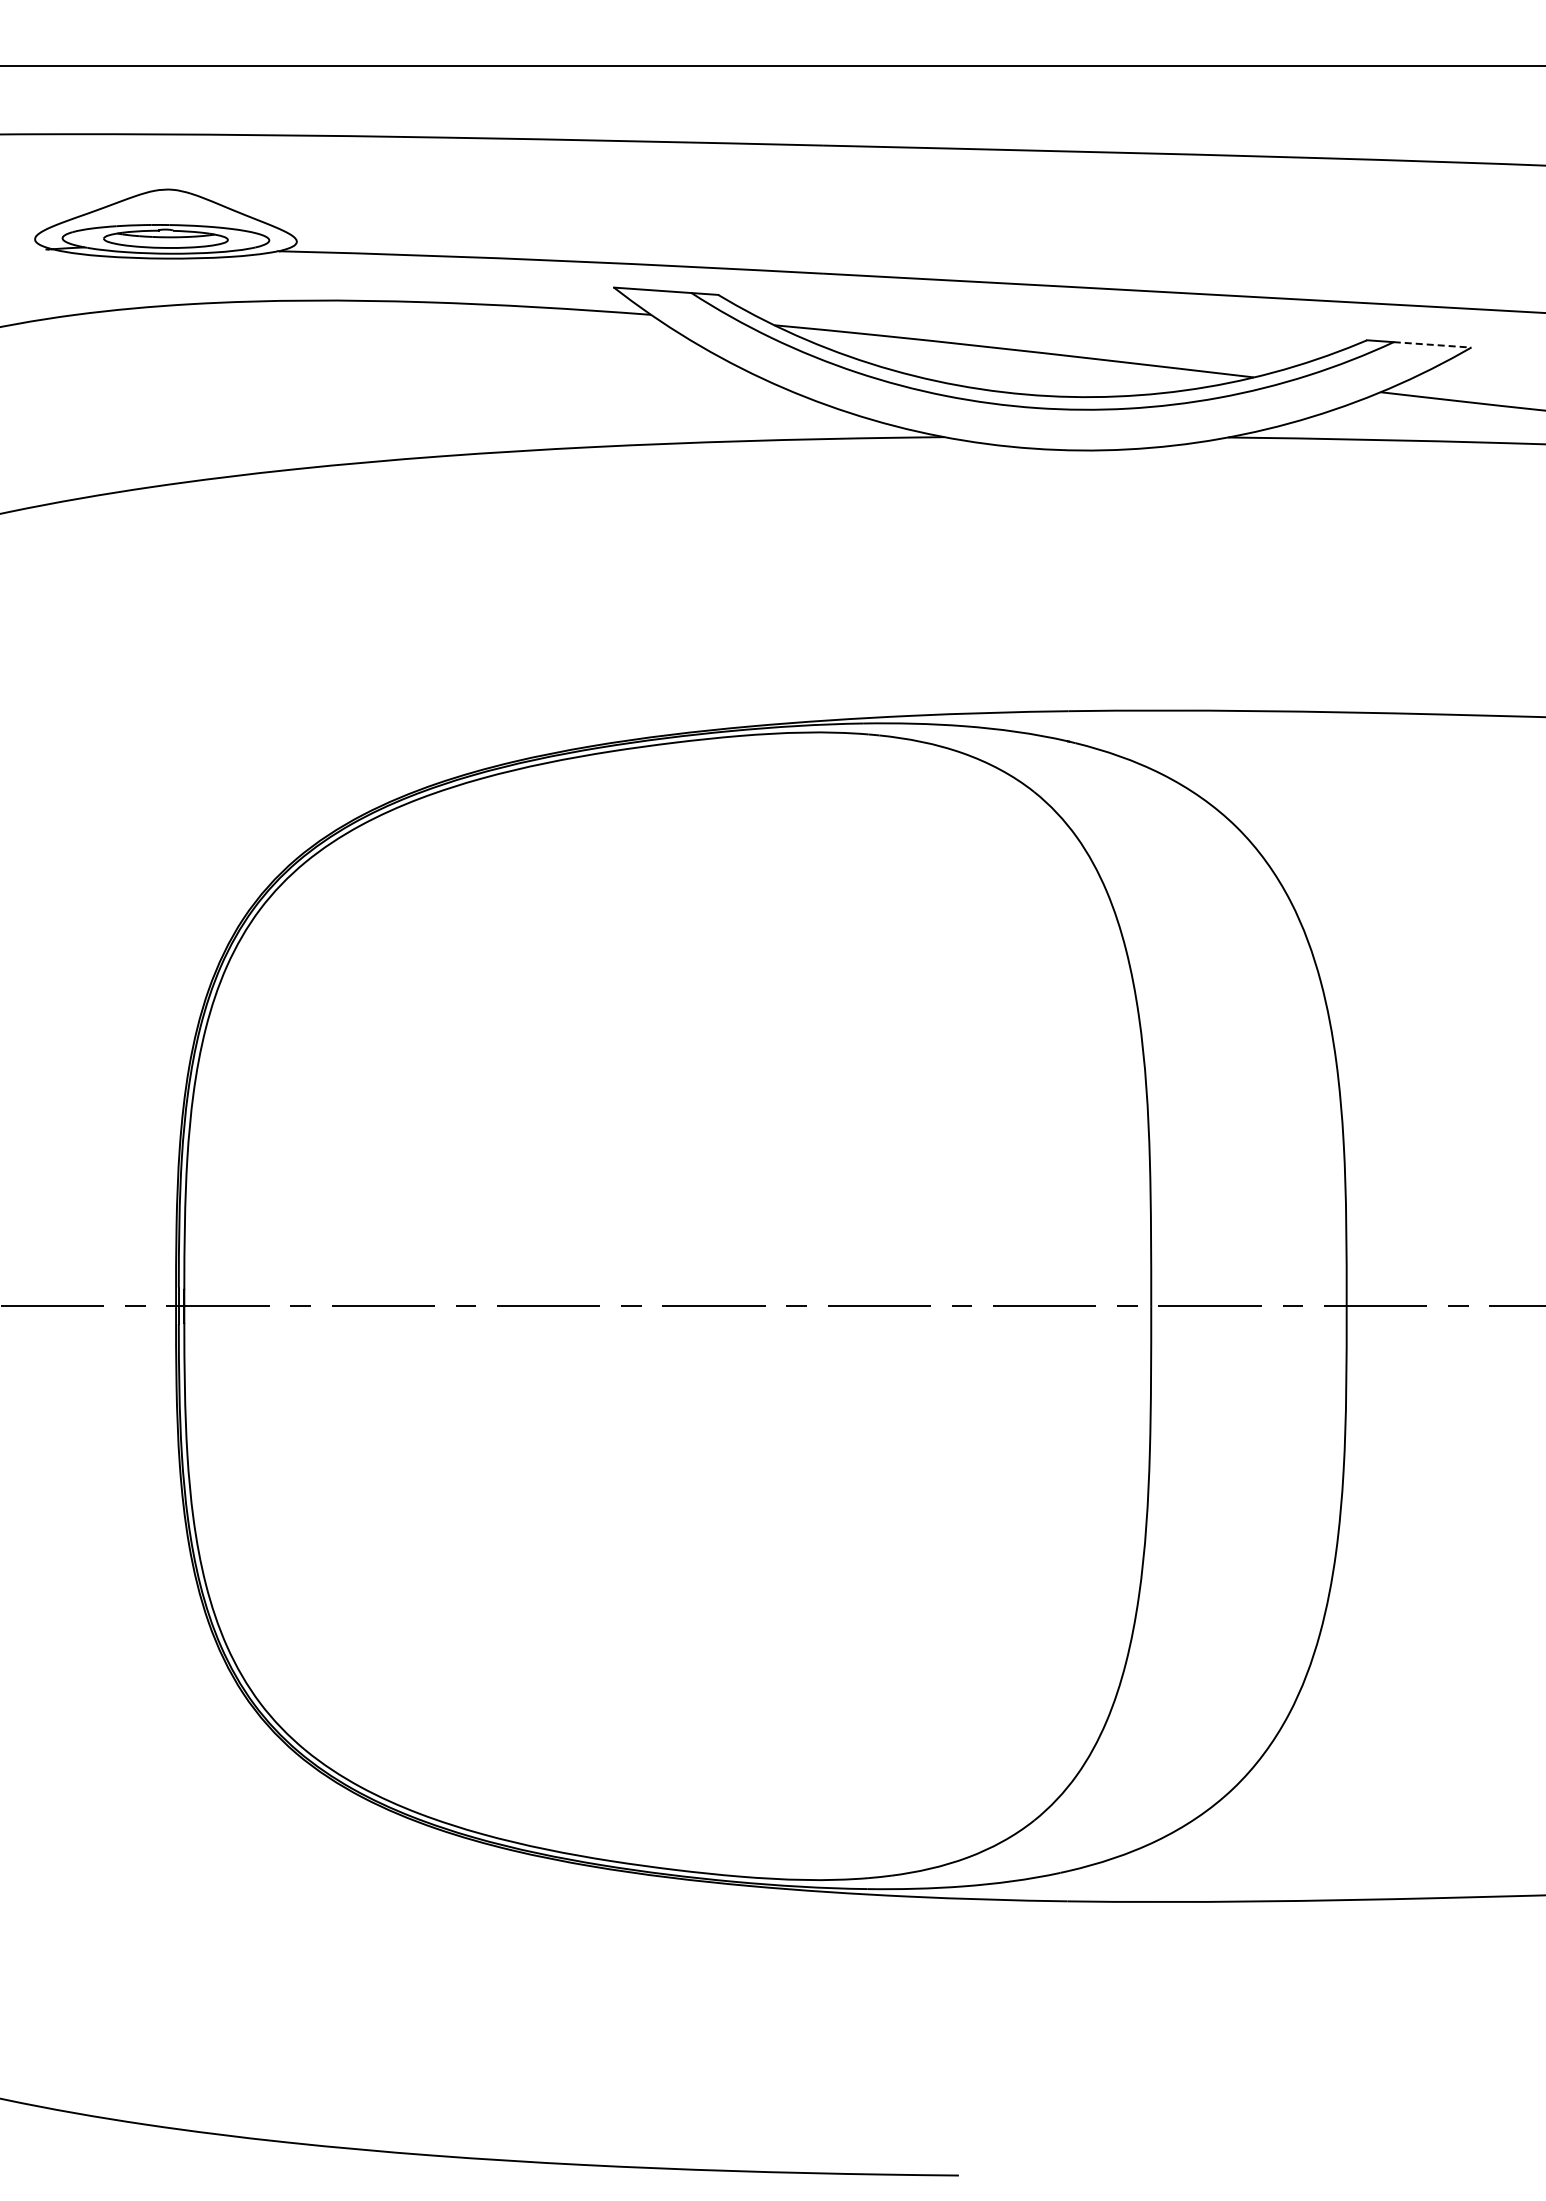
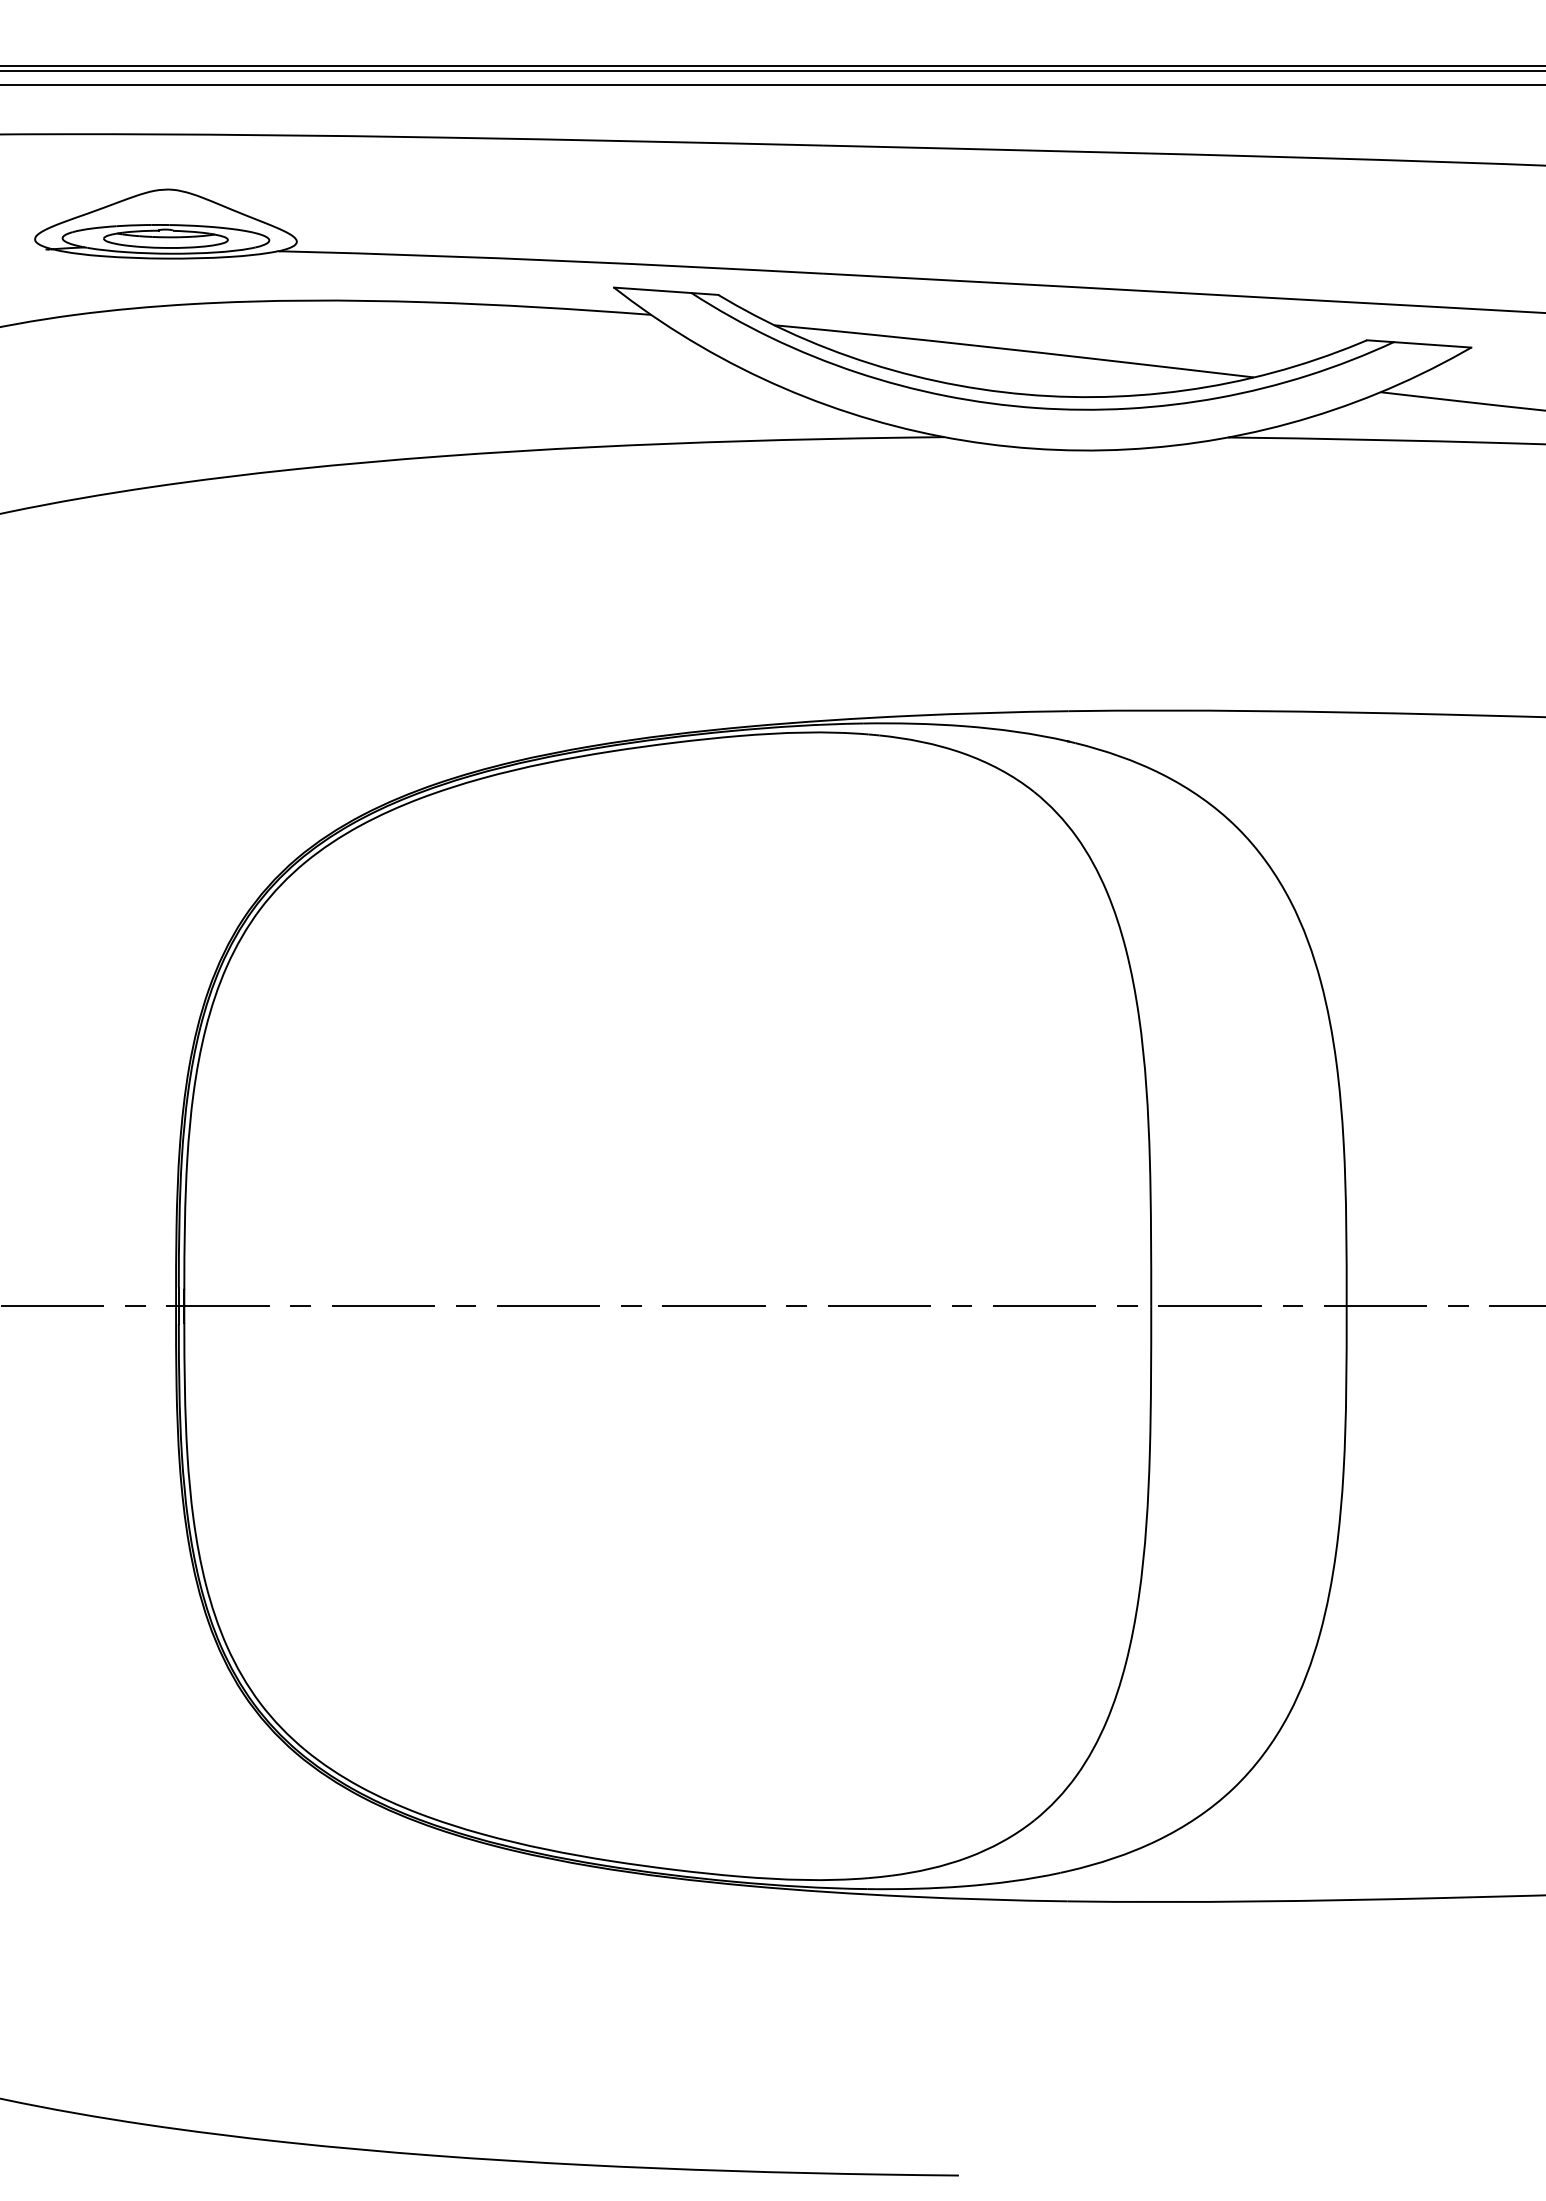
line at (772, 71): none -> present
line at (772, 85): none -> present
line at (1432, 344): dashed -> solid
